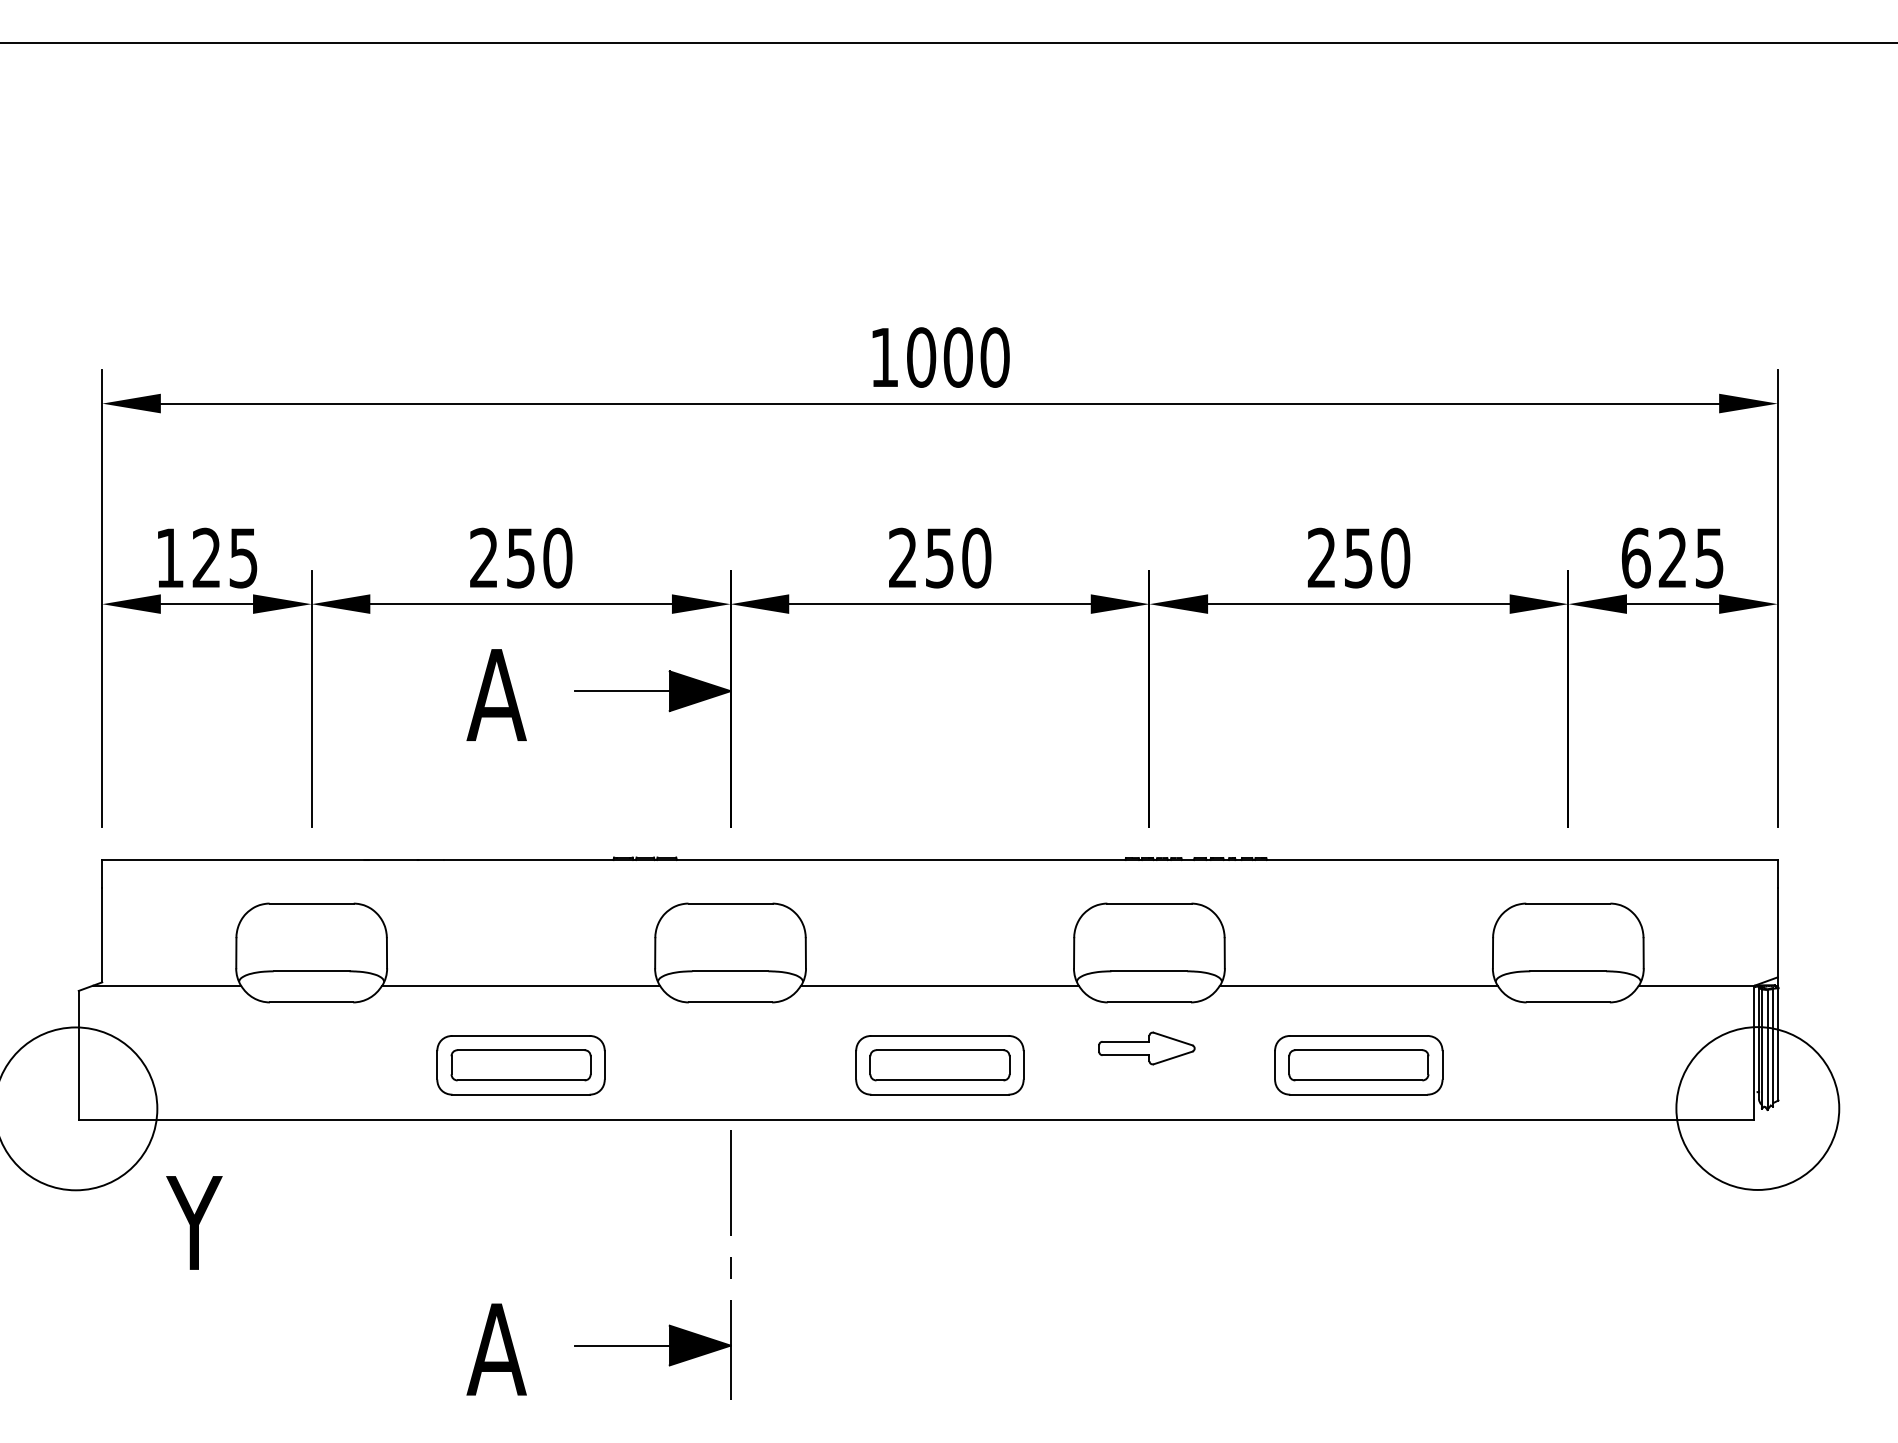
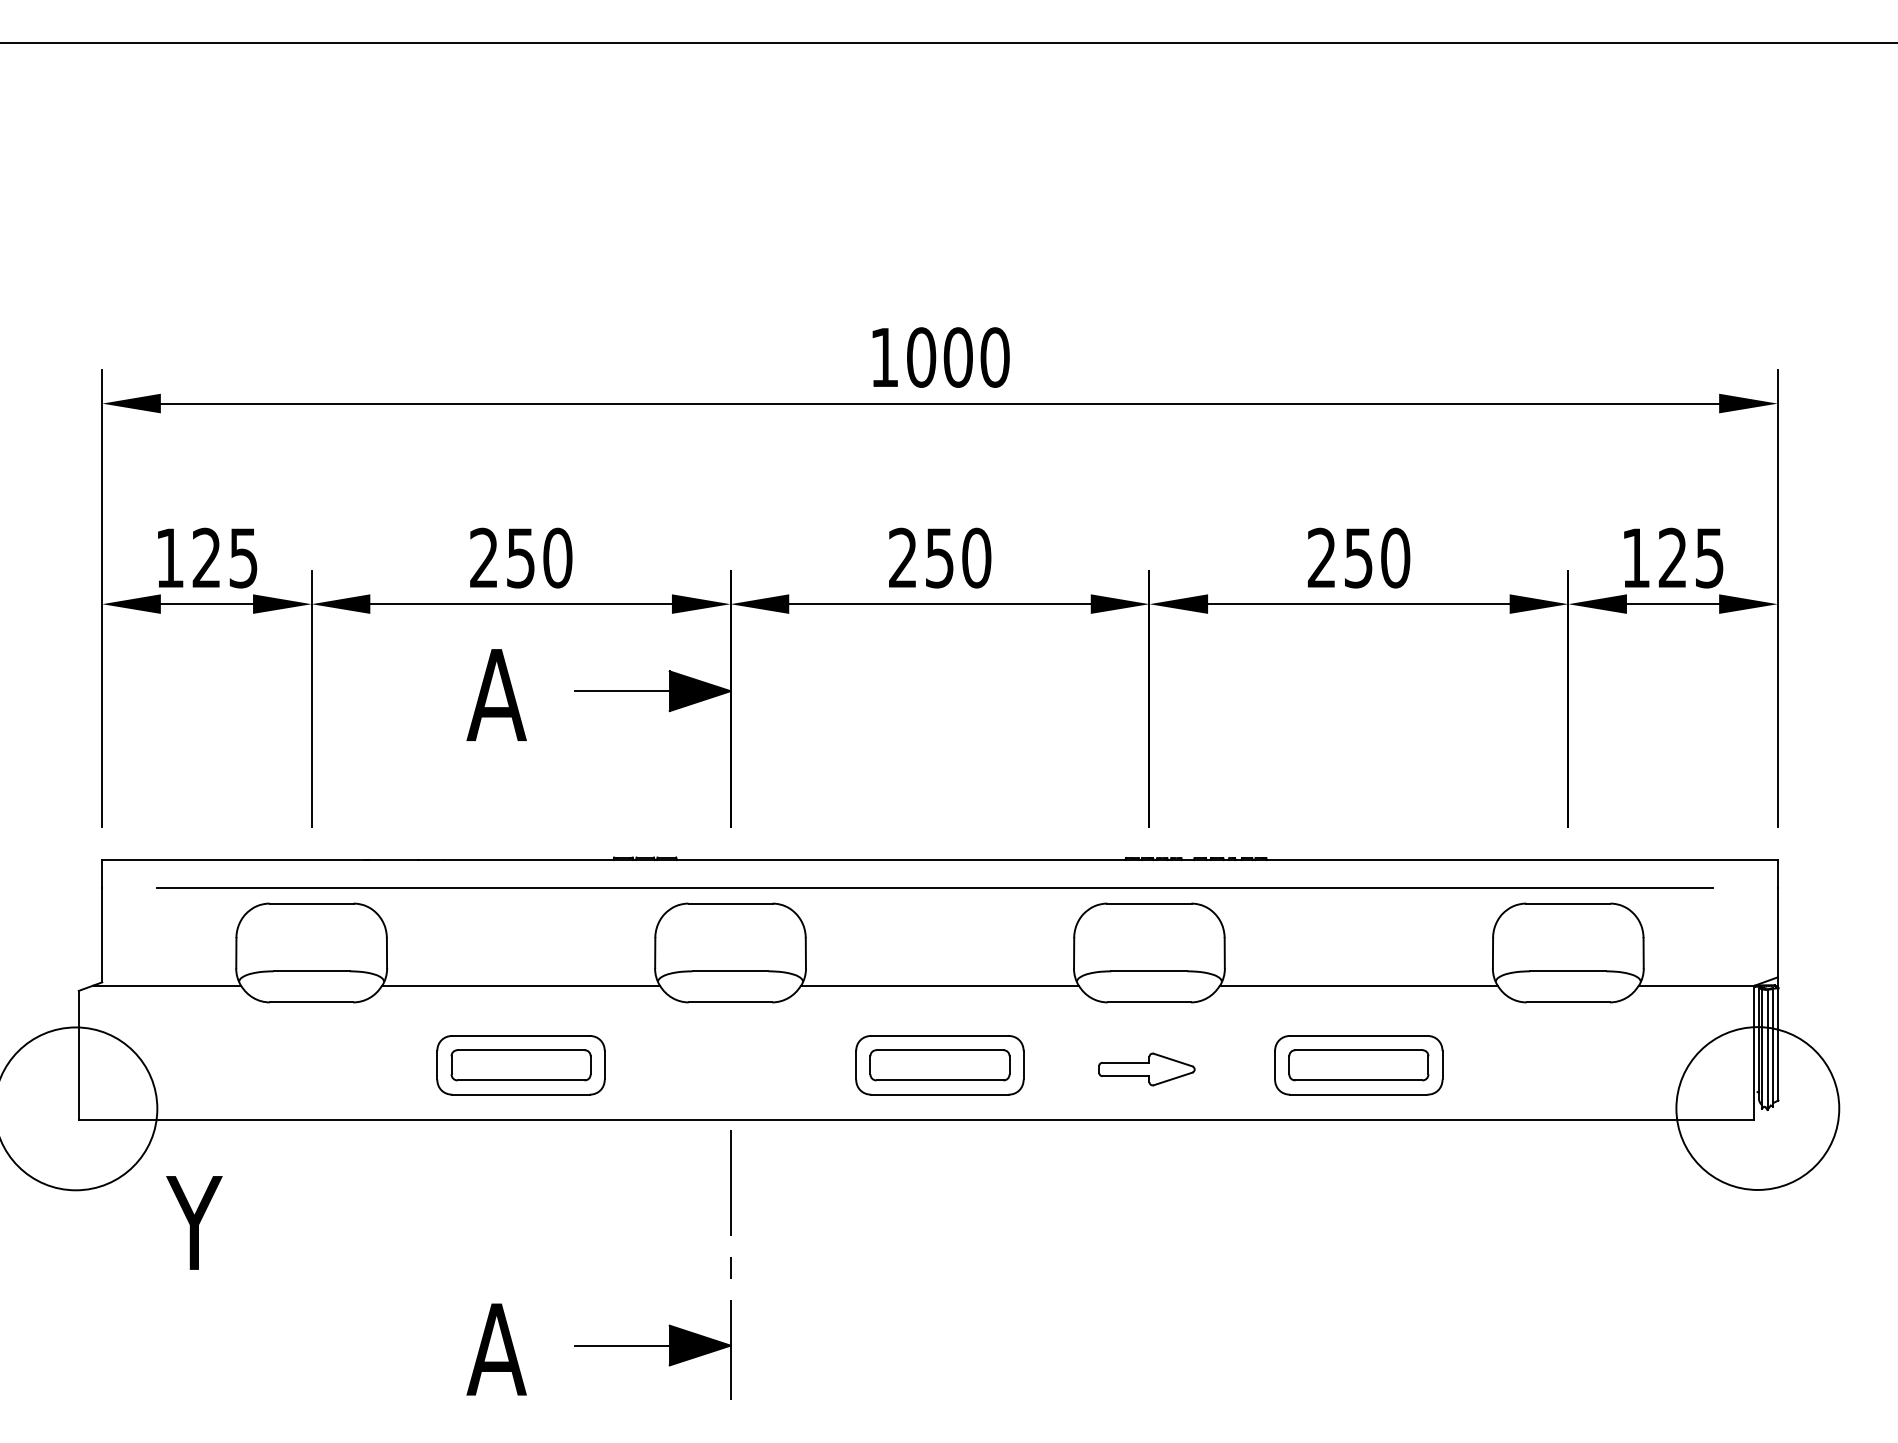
text at (1635, 557): 625 -> 125
line at (934, 887): none -> present
part at (1146, 1048) position: (1146, 1048) -> (1146, 1069)
